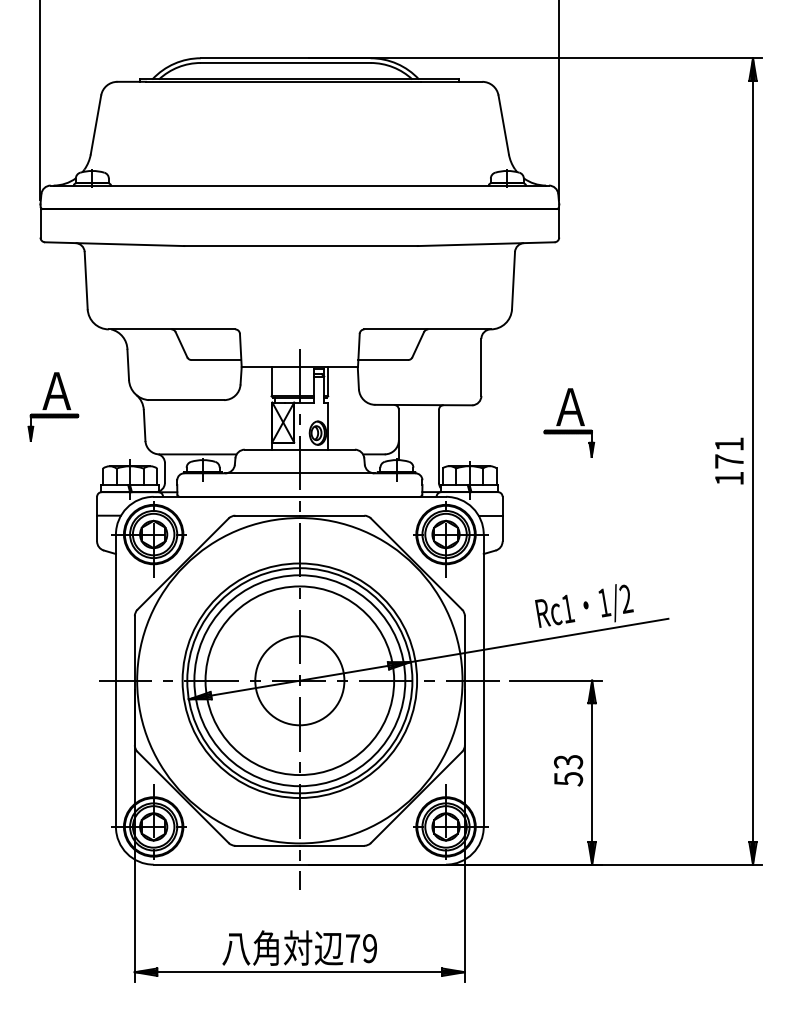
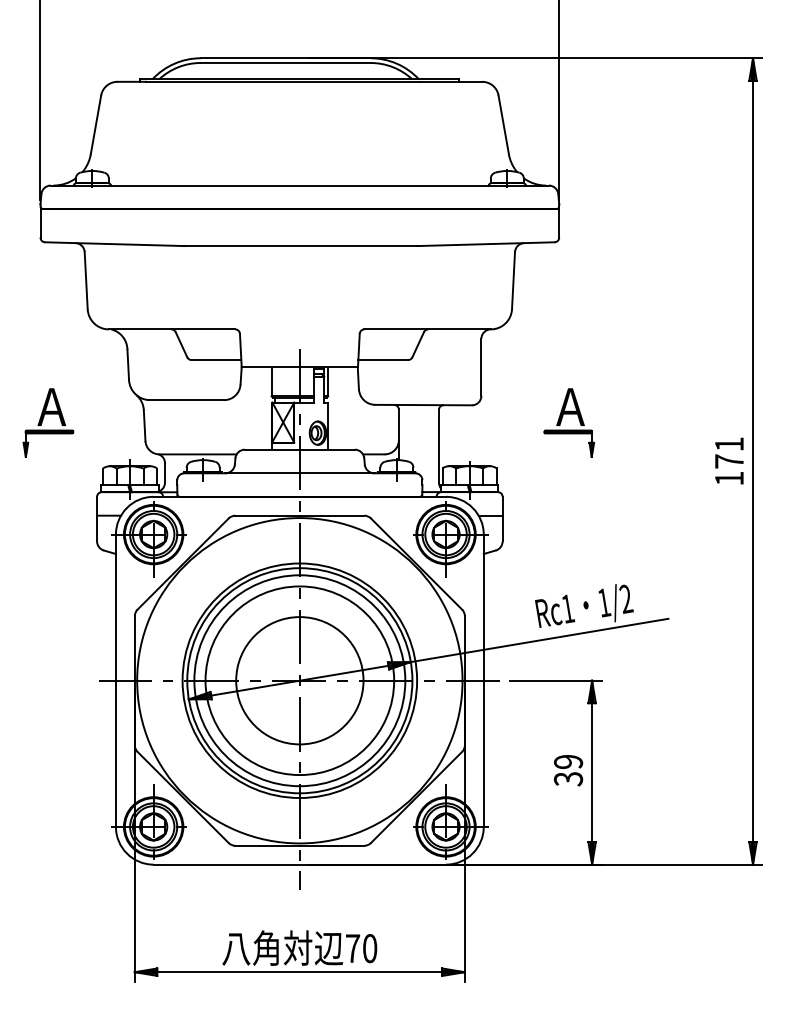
part at (53, 406) position: (53, 406) -> (48, 422)
circle at (299, 680) diameter: 89 px -> 127 px
text at (568, 770): 53 -> 39
text at (370, 948): 79 -> 70
